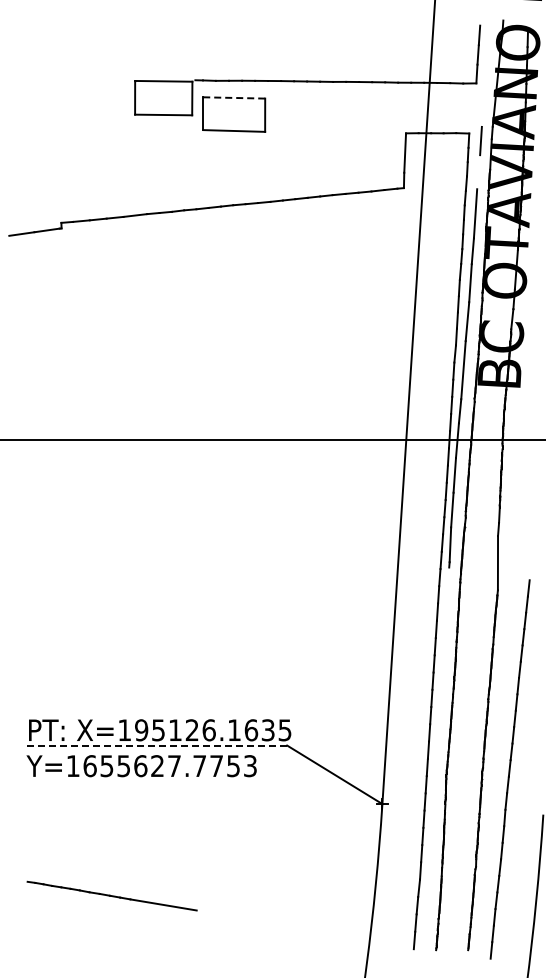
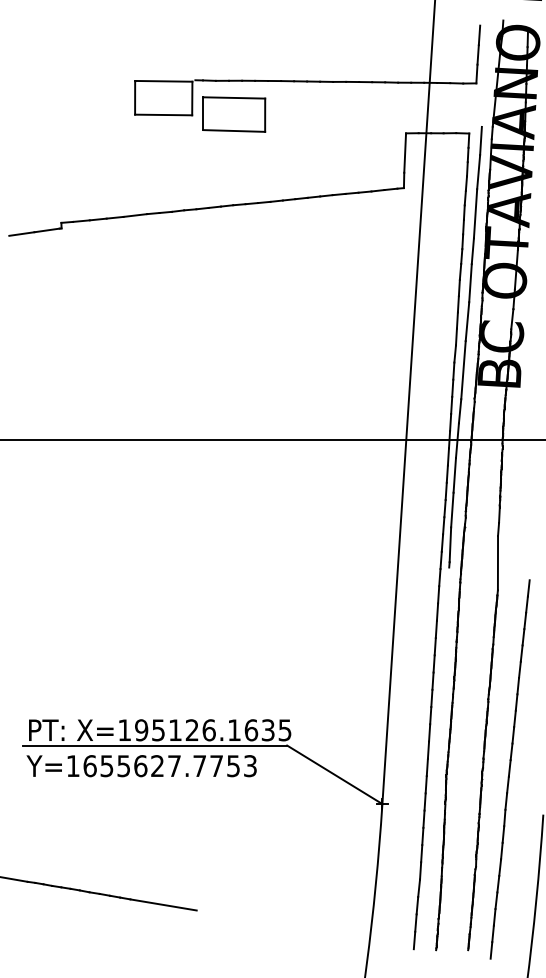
line at (234, 97): dashed -> solid
line at (478, 172): none -> present
line at (154, 745): dashed -> solid
line at (14, 879): none -> present
